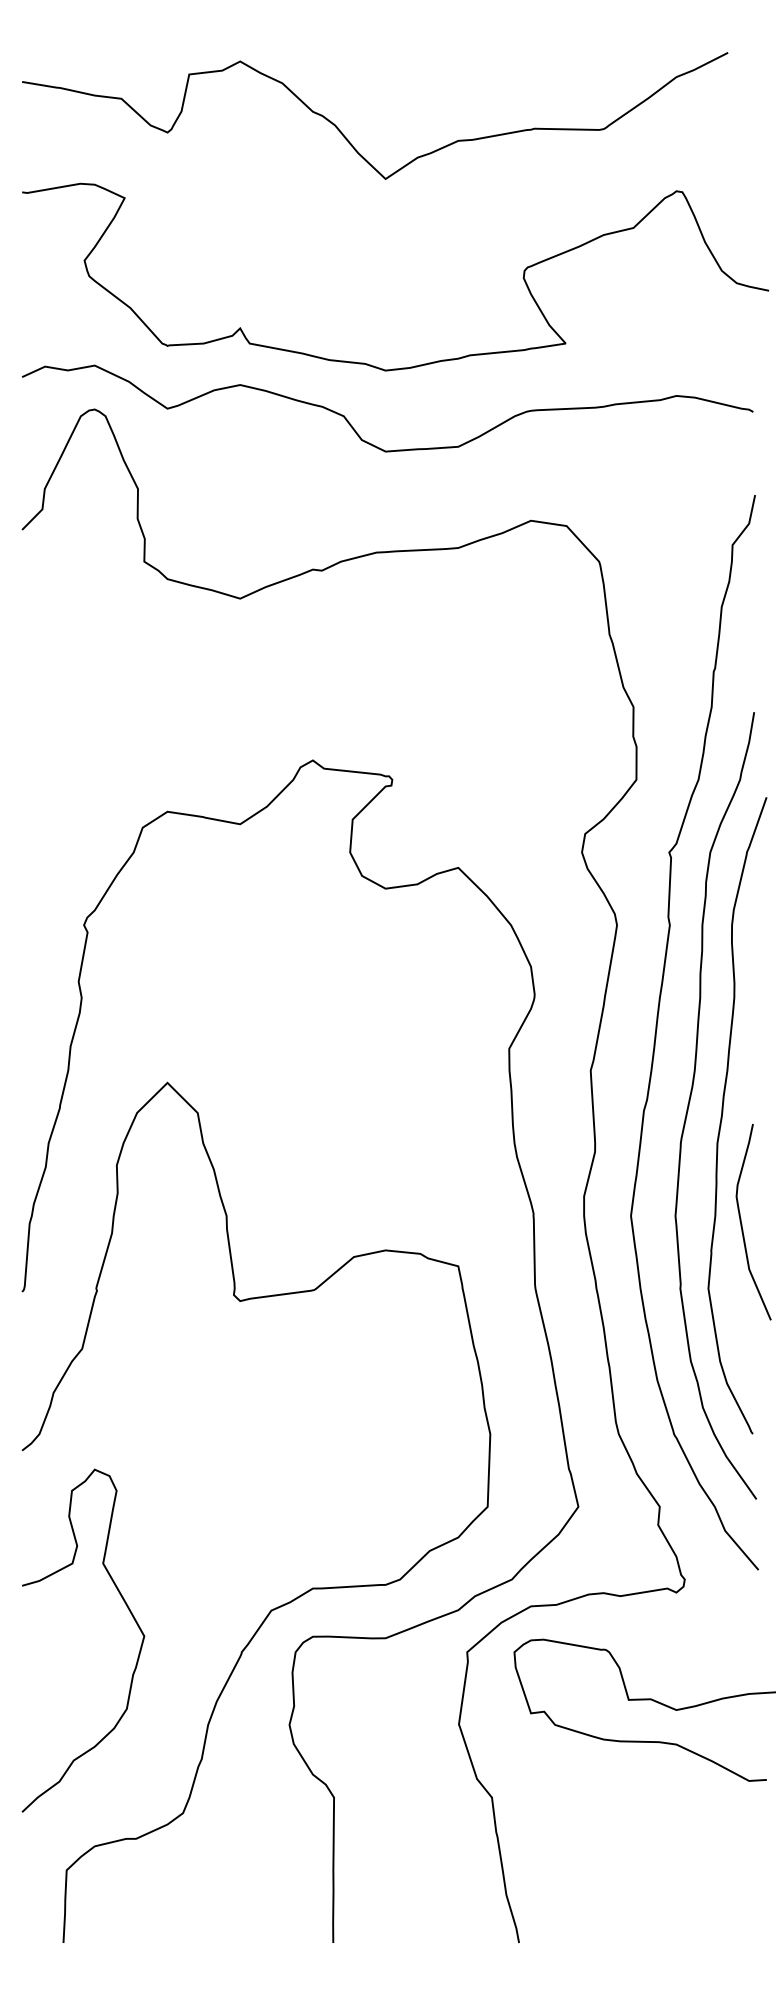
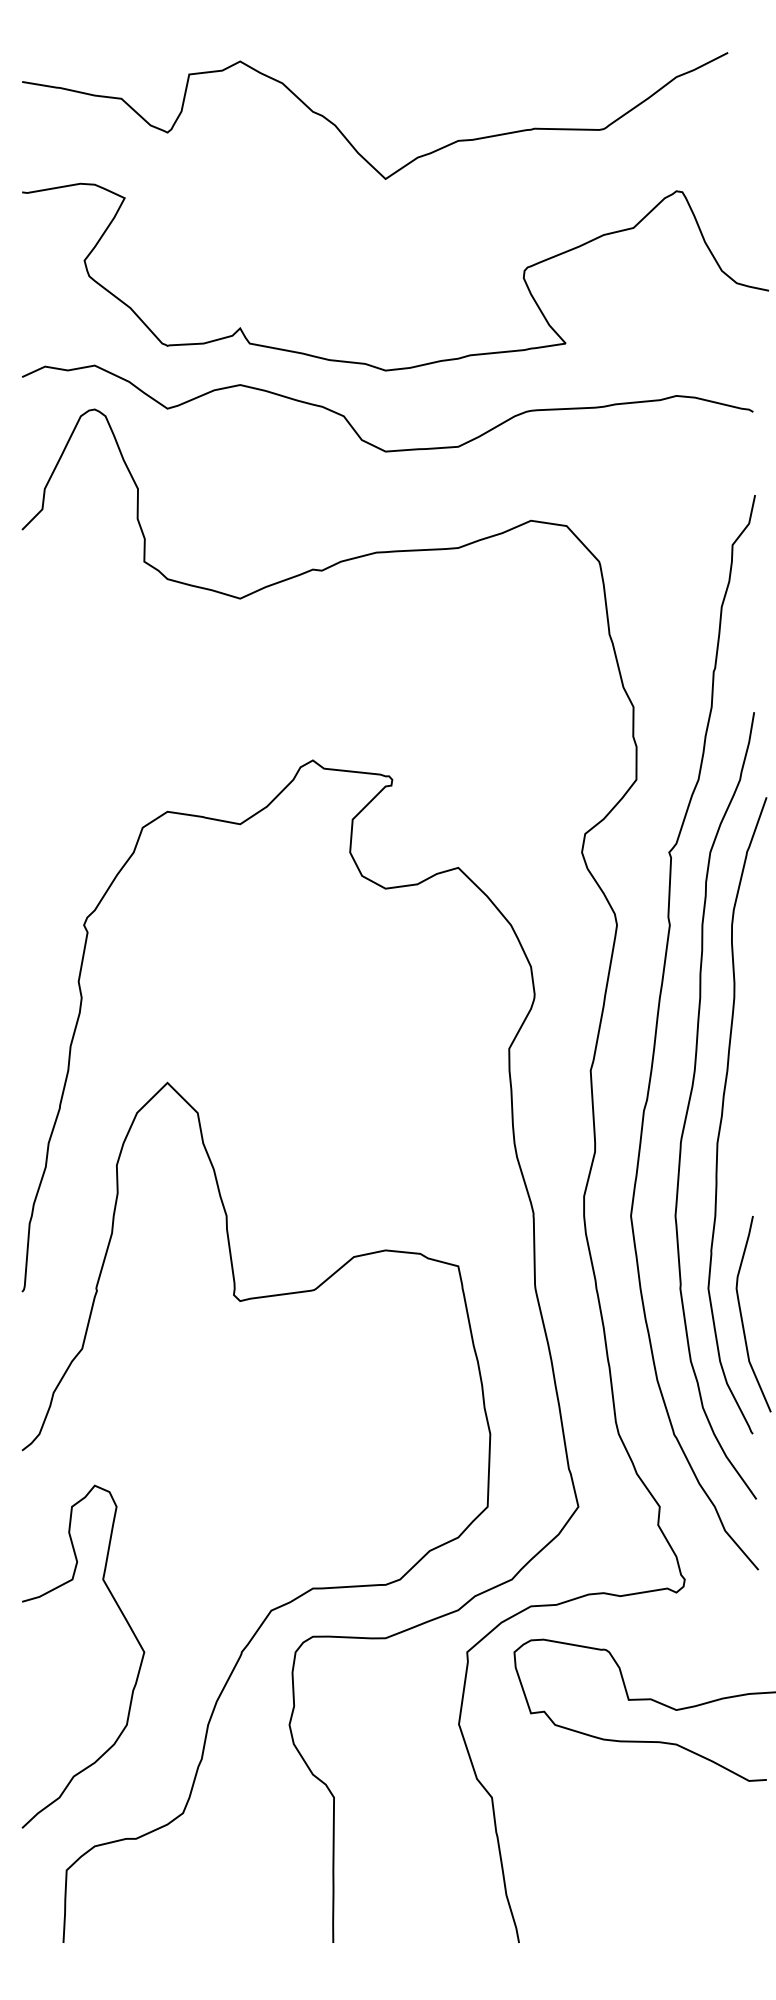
curve at (742, 1223) position: (742, 1223) -> (742, 1315)
curve at (128, 1610) position: (128, 1610) -> (128, 1626)
